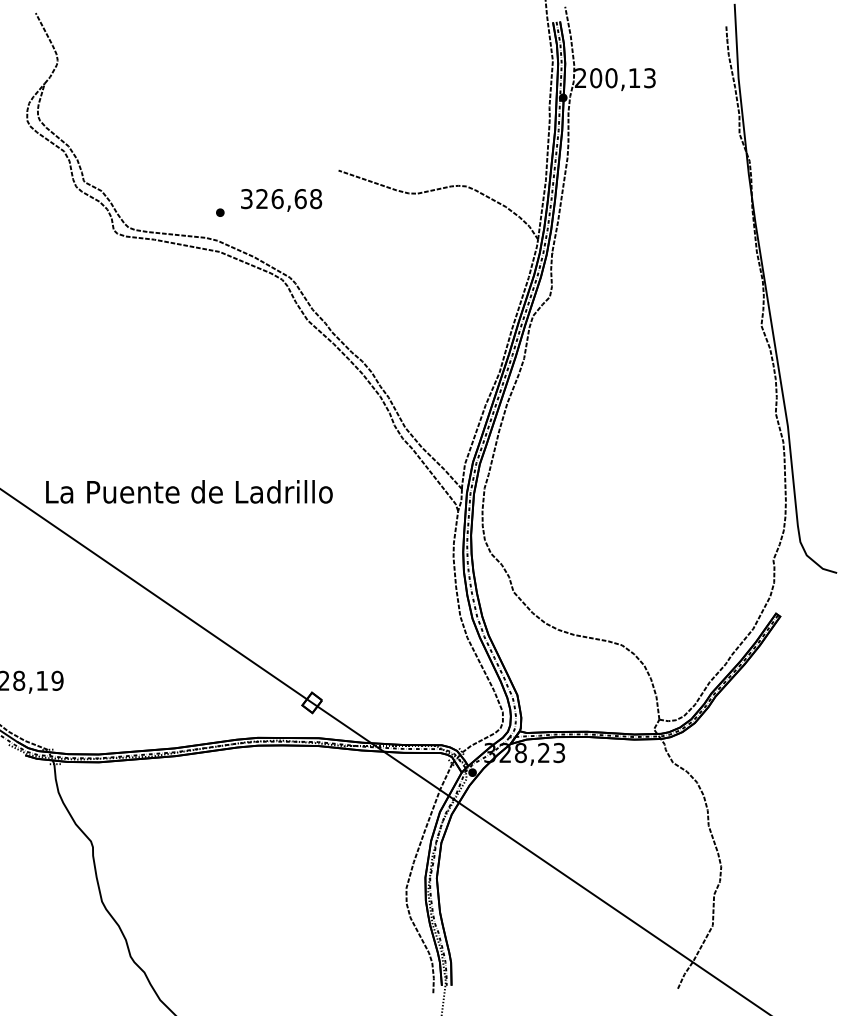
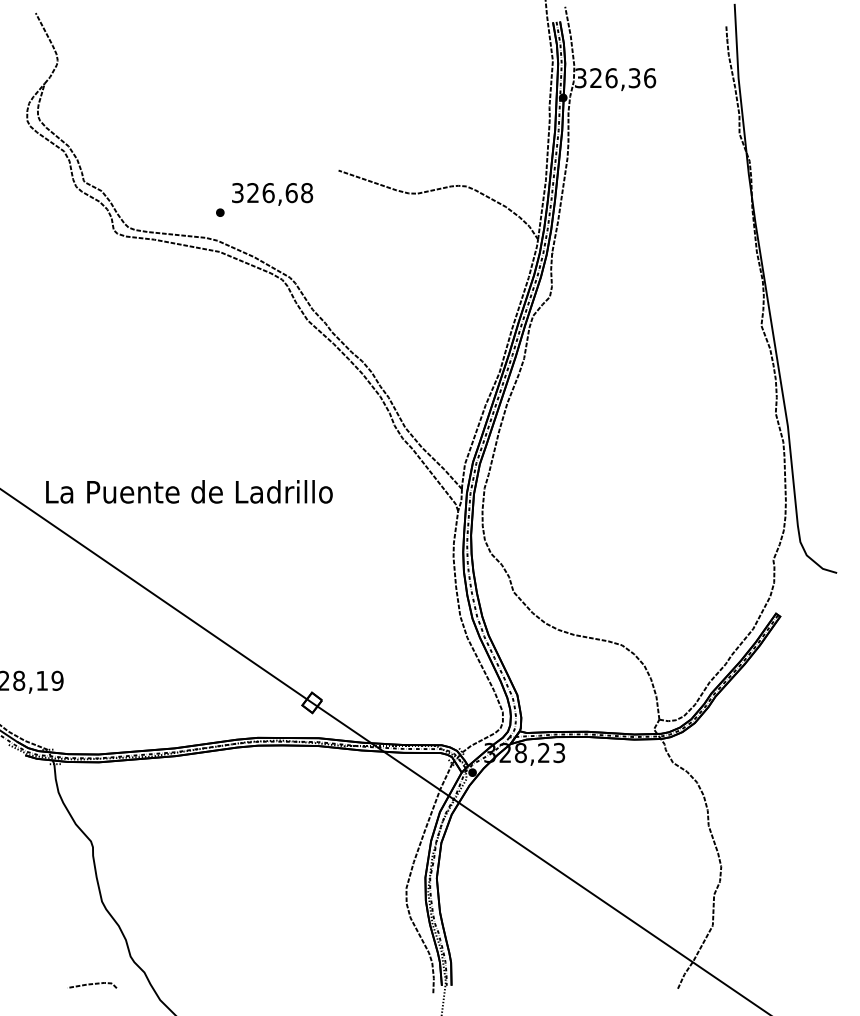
text at (615, 78): 200,13 -> 326,36
text at (281, 200) position: (281, 200) -> (272, 194)
line at (93, 984): none -> present
